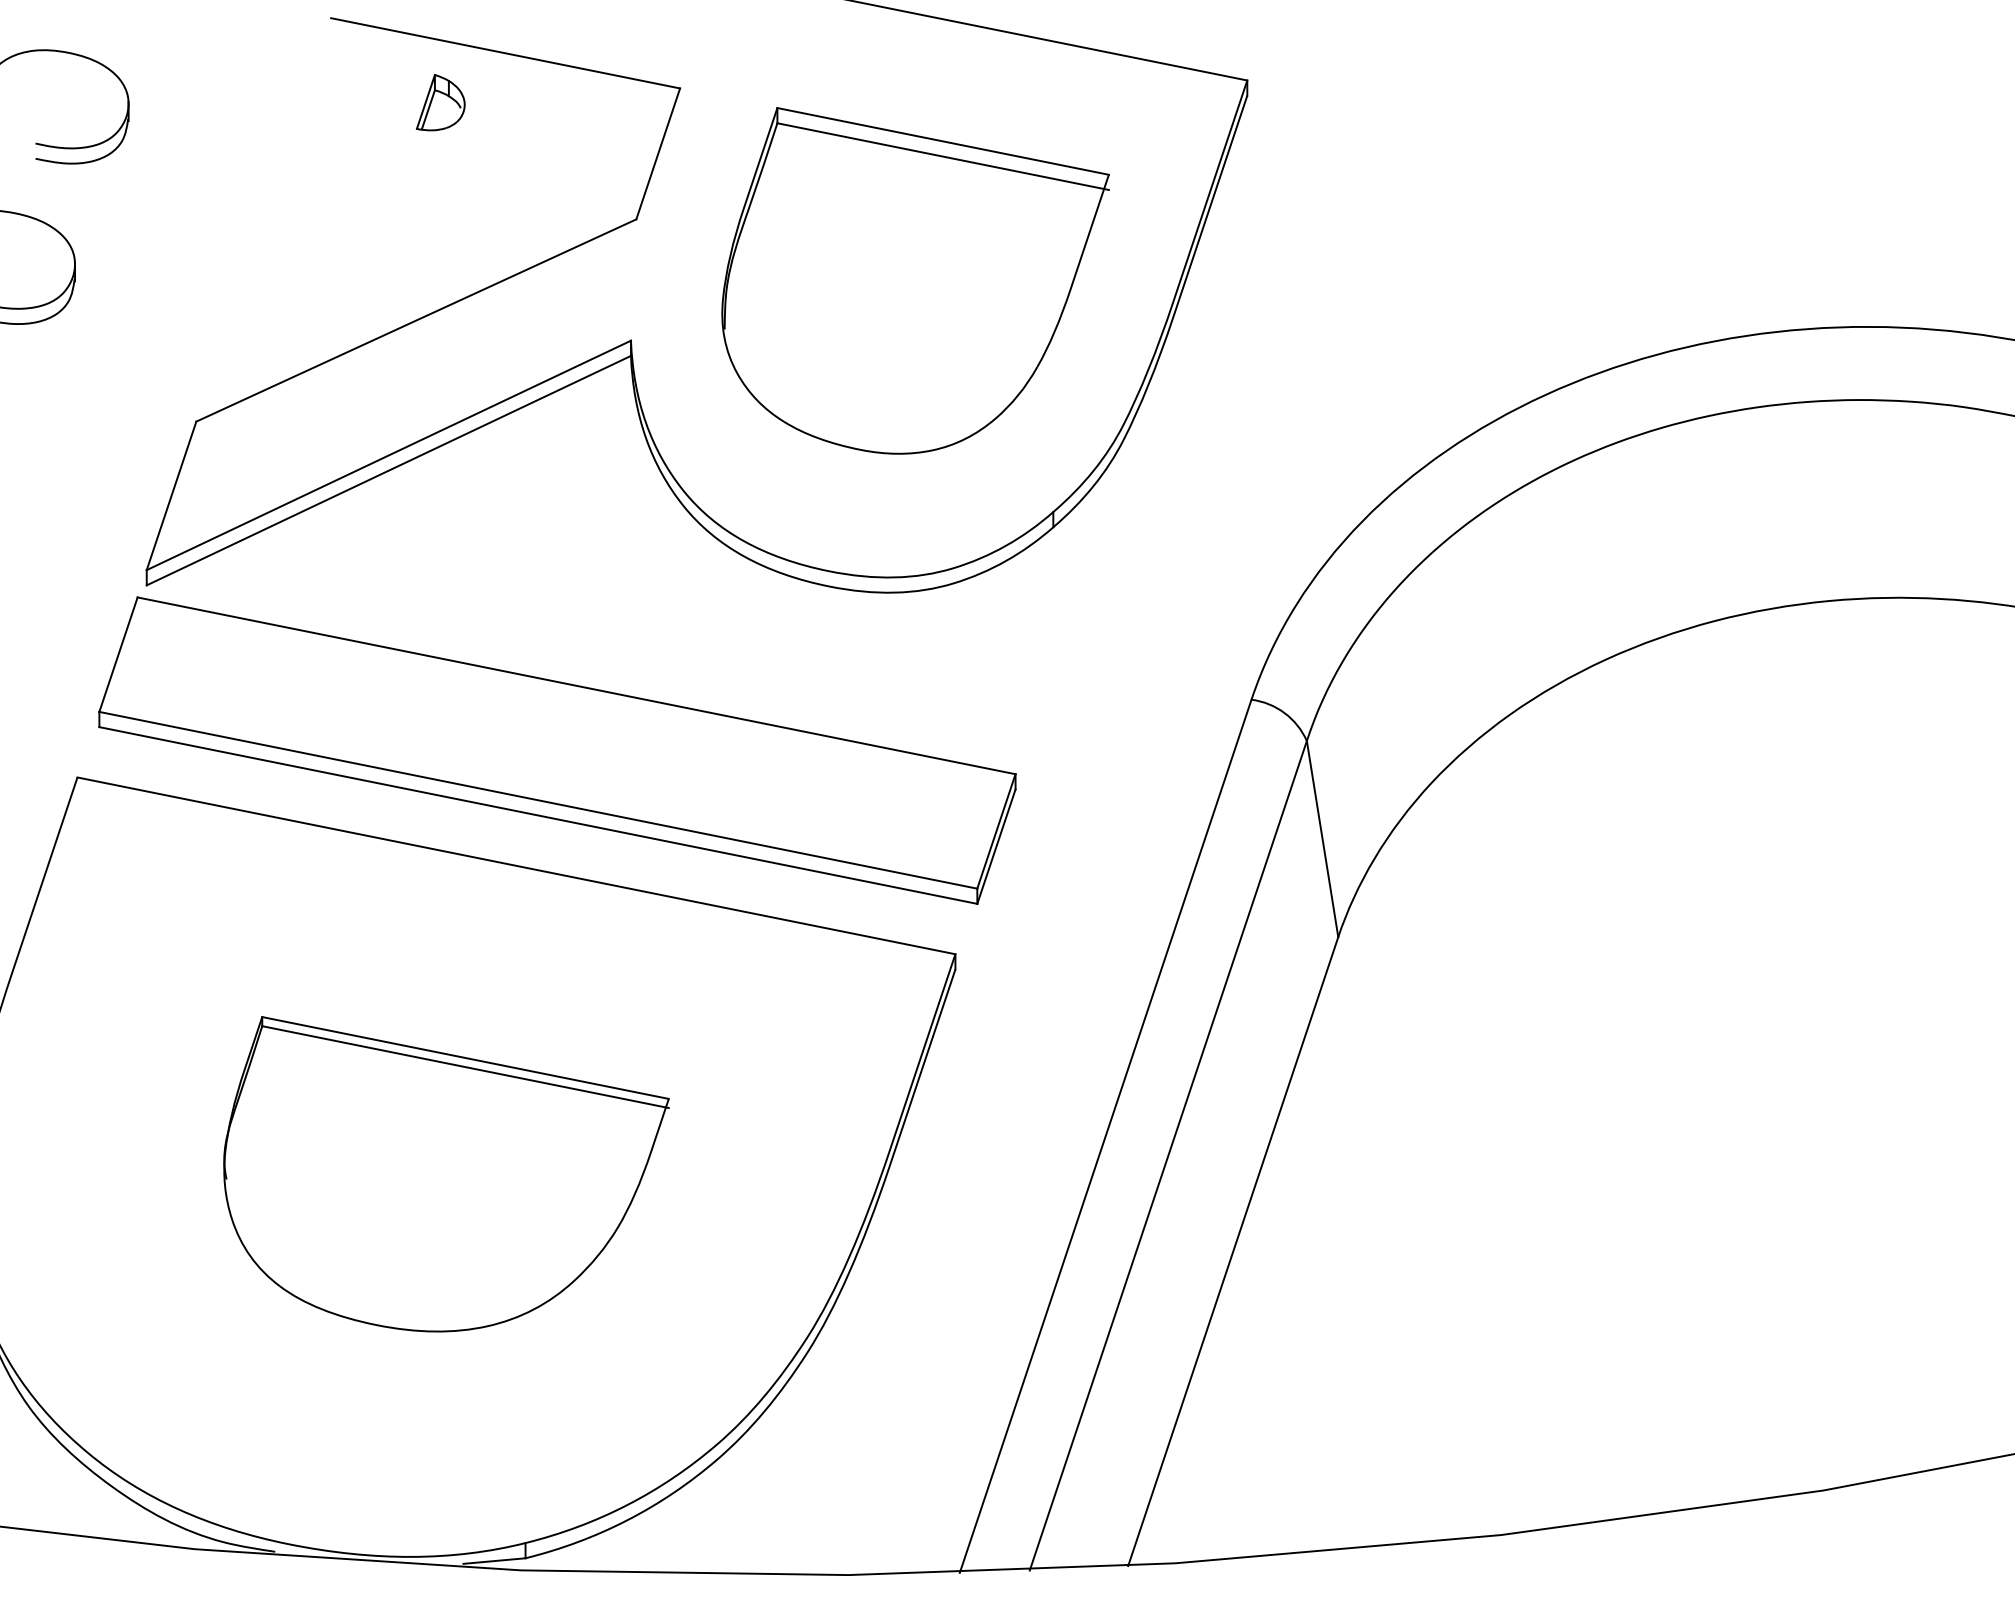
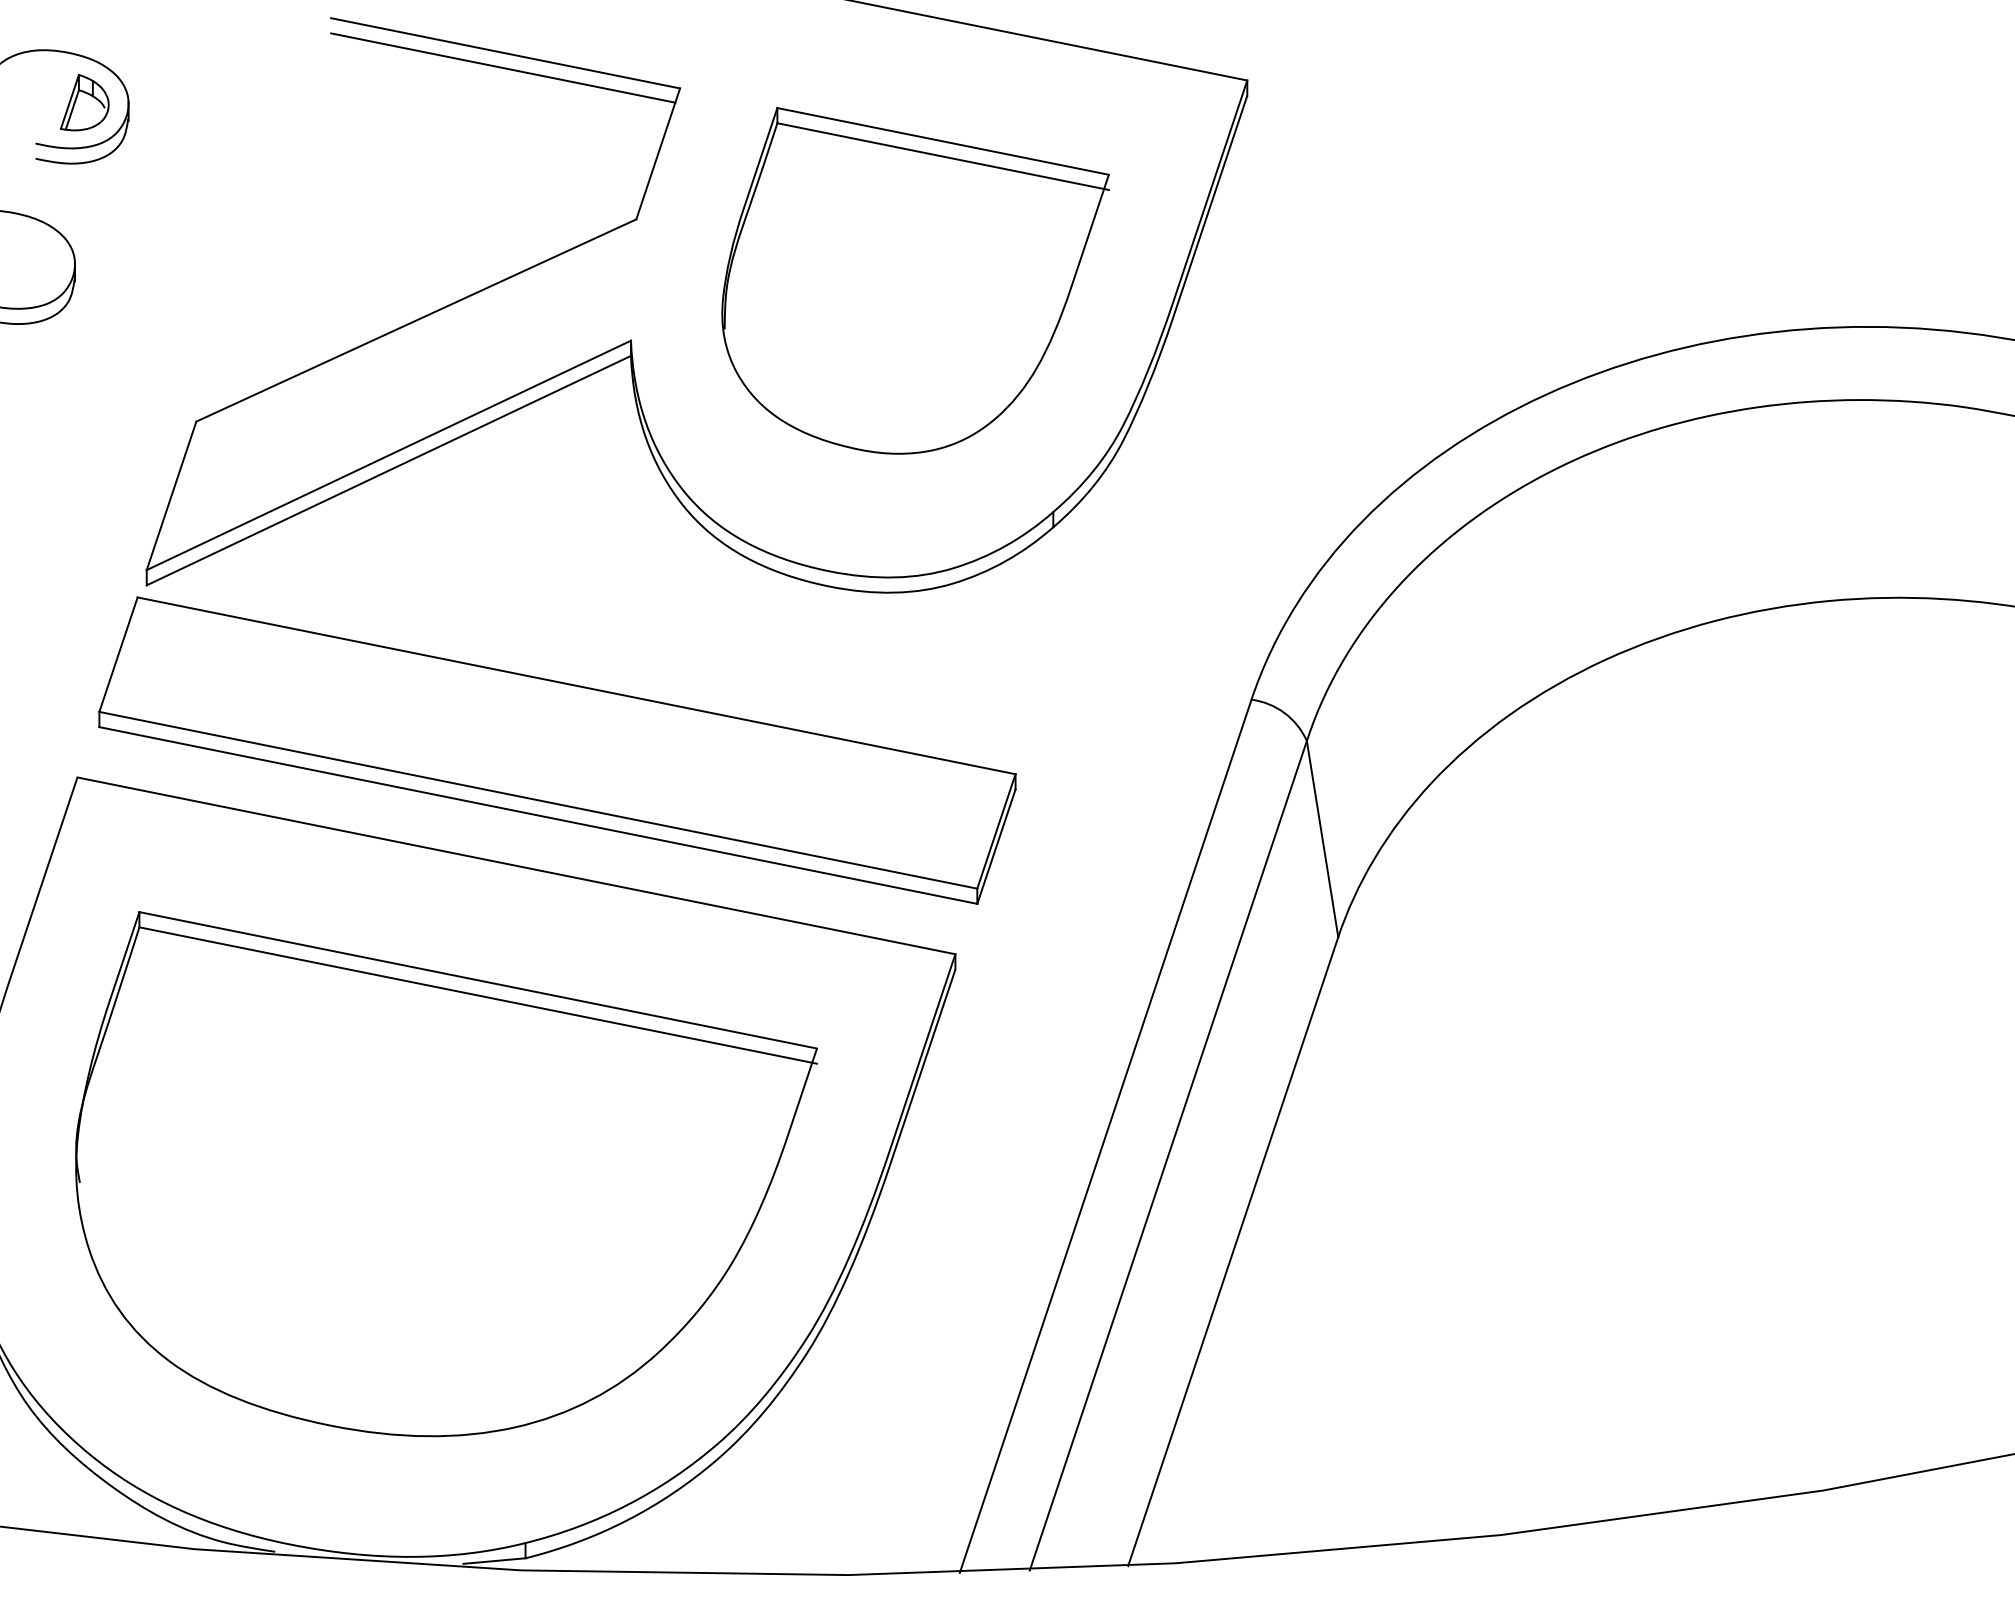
line at (503, 67): none -> present
part at (440, 102) position: (440, 102) -> (84, 102)
part at (446, 1174) size: 447x317 px -> 743x527 px
